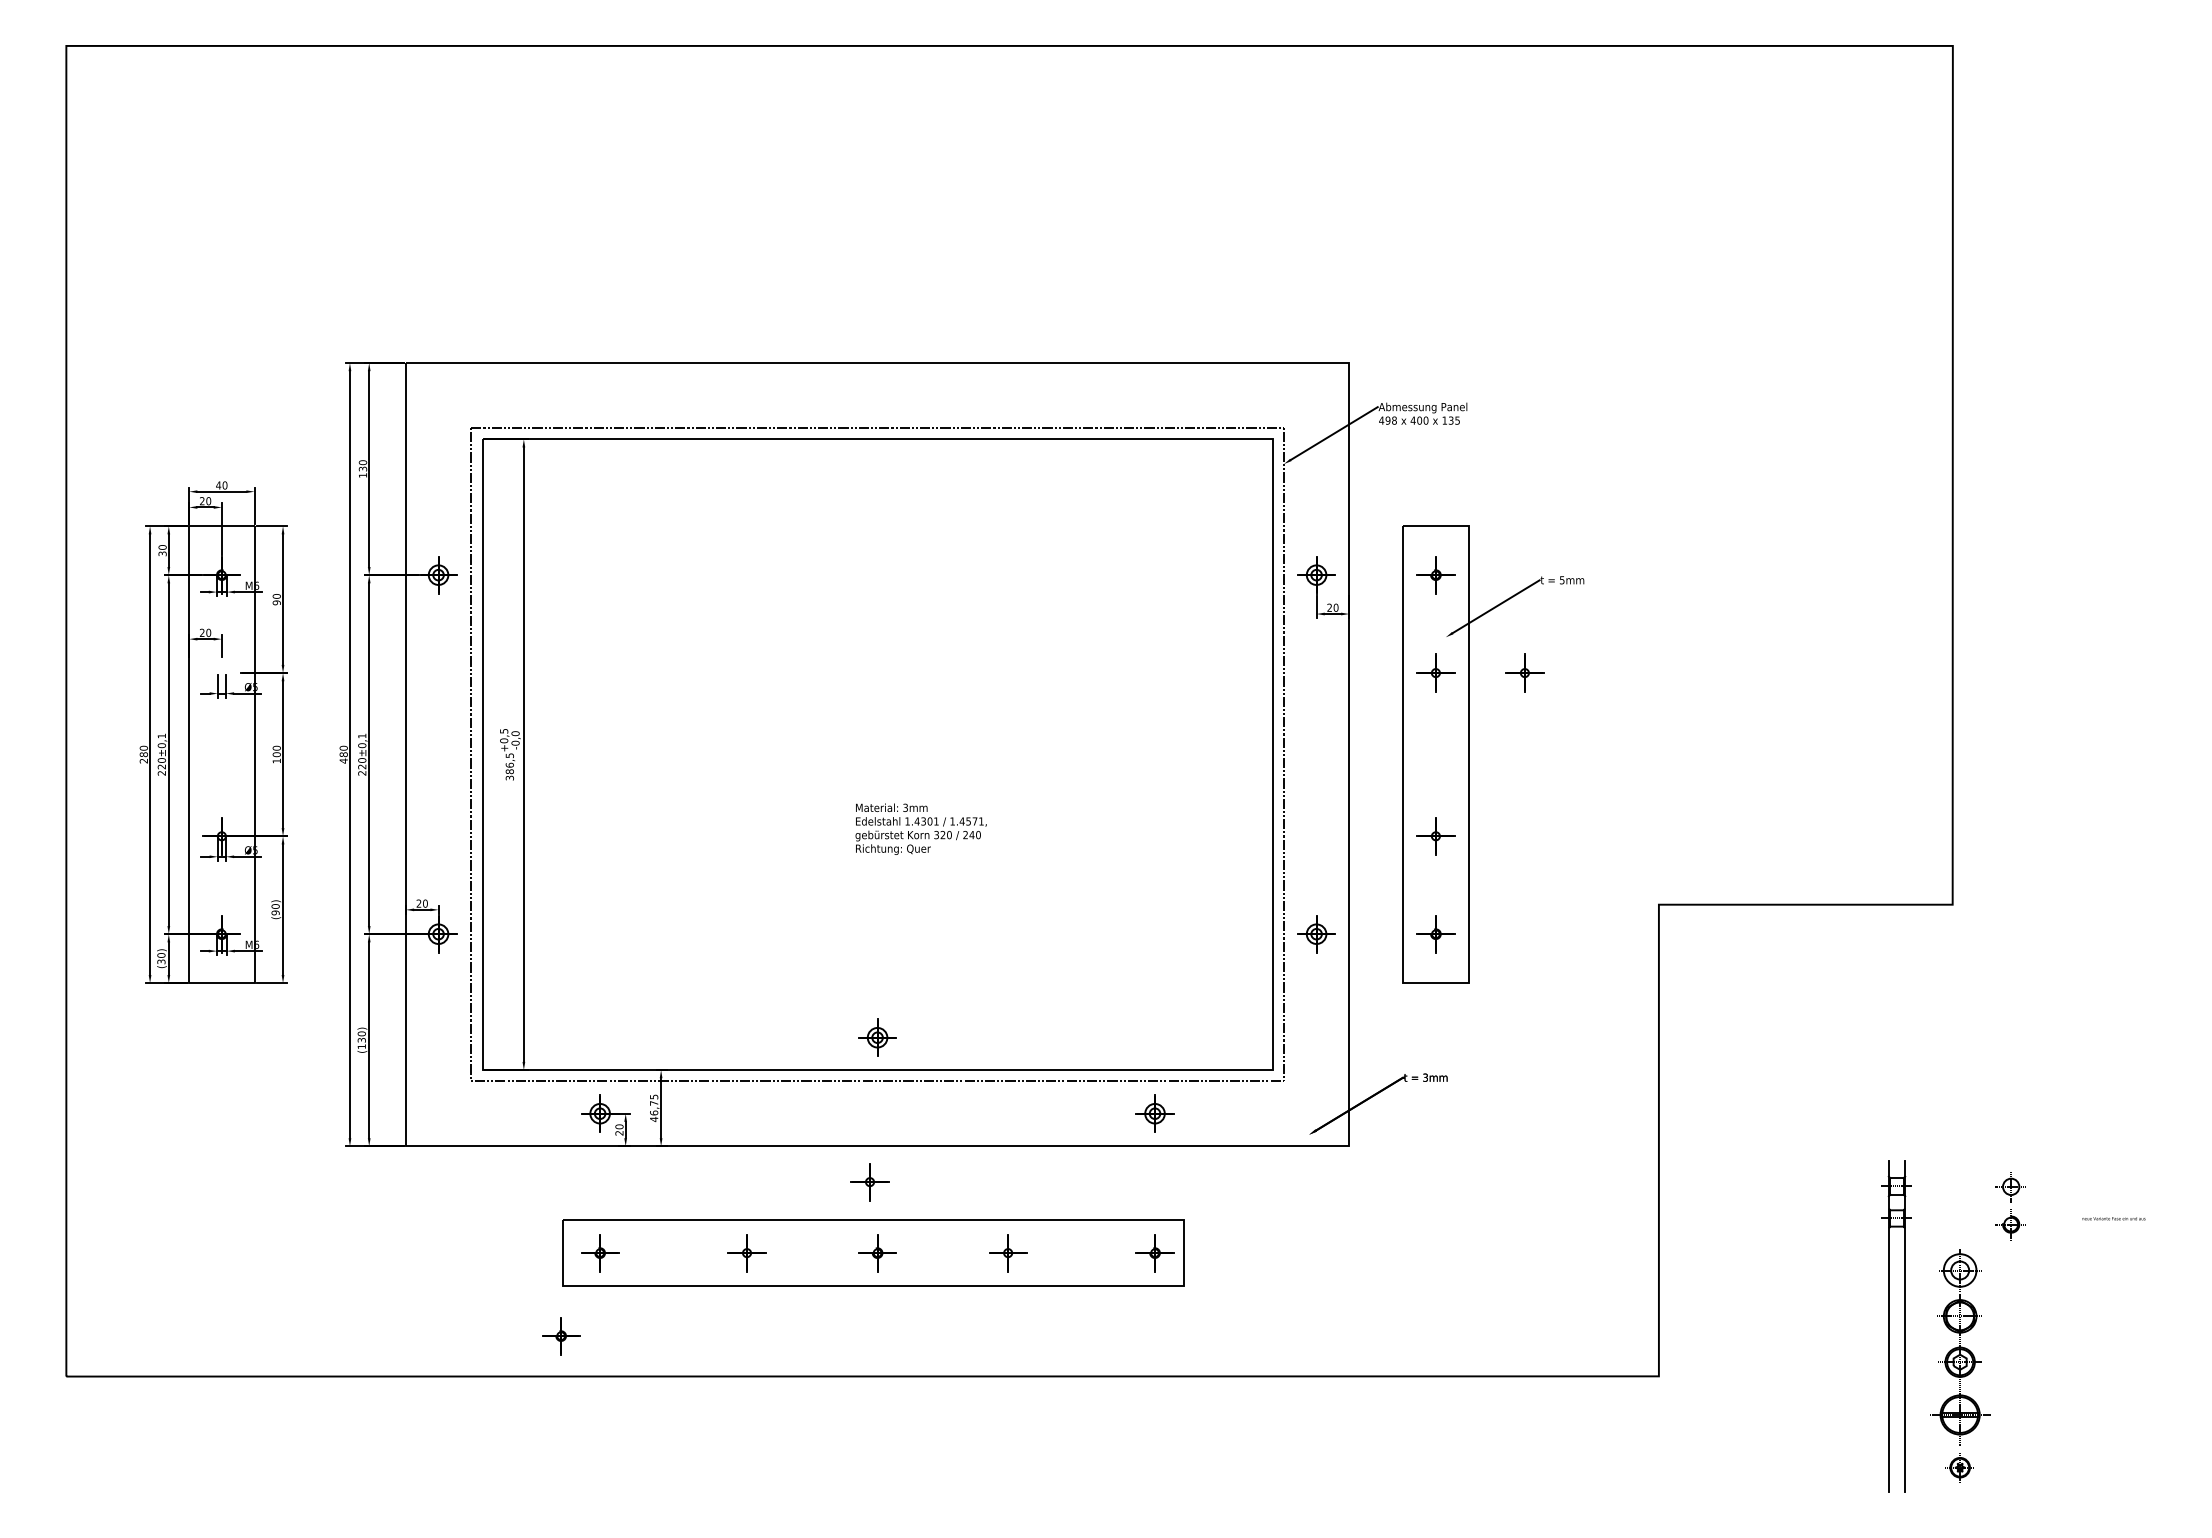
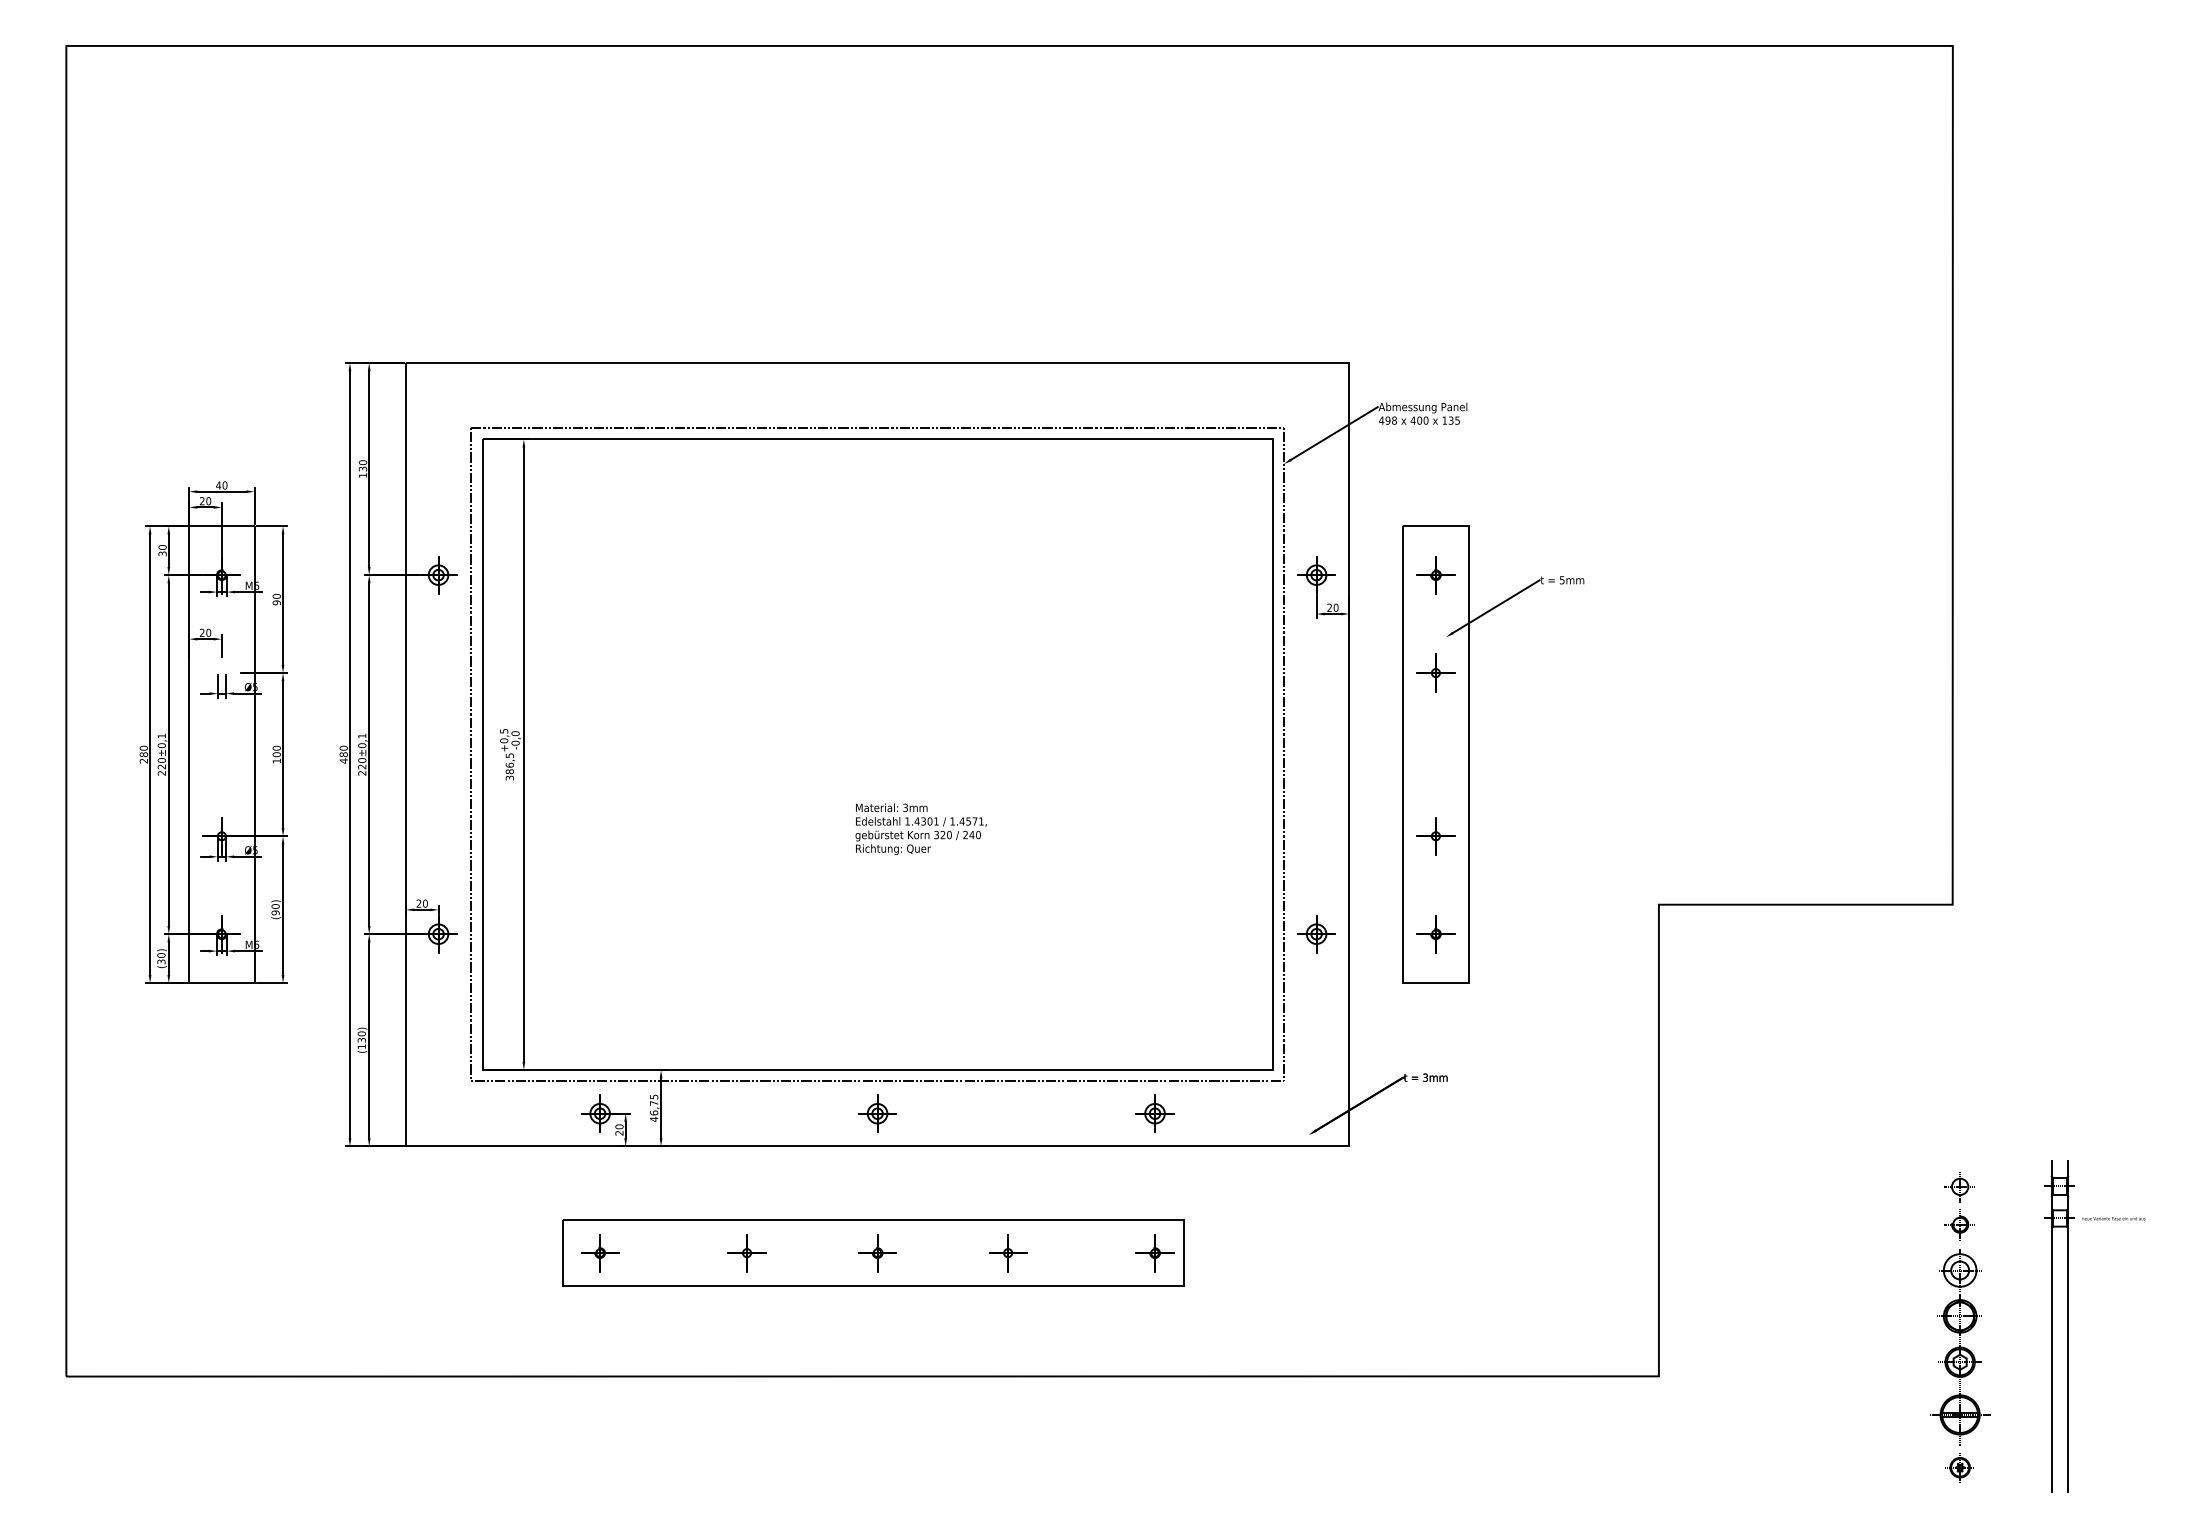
part at (1524, 672): present -> none
part at (877, 1037) position: (877, 1037) -> (877, 1113)
part at (869, 1182): present -> none
part at (2010, 1206) position: (2010, 1206) -> (1959, 1206)
part at (1889, 1326) position: (1889, 1326) -> (2052, 1326)
part at (561, 1336): present -> none
